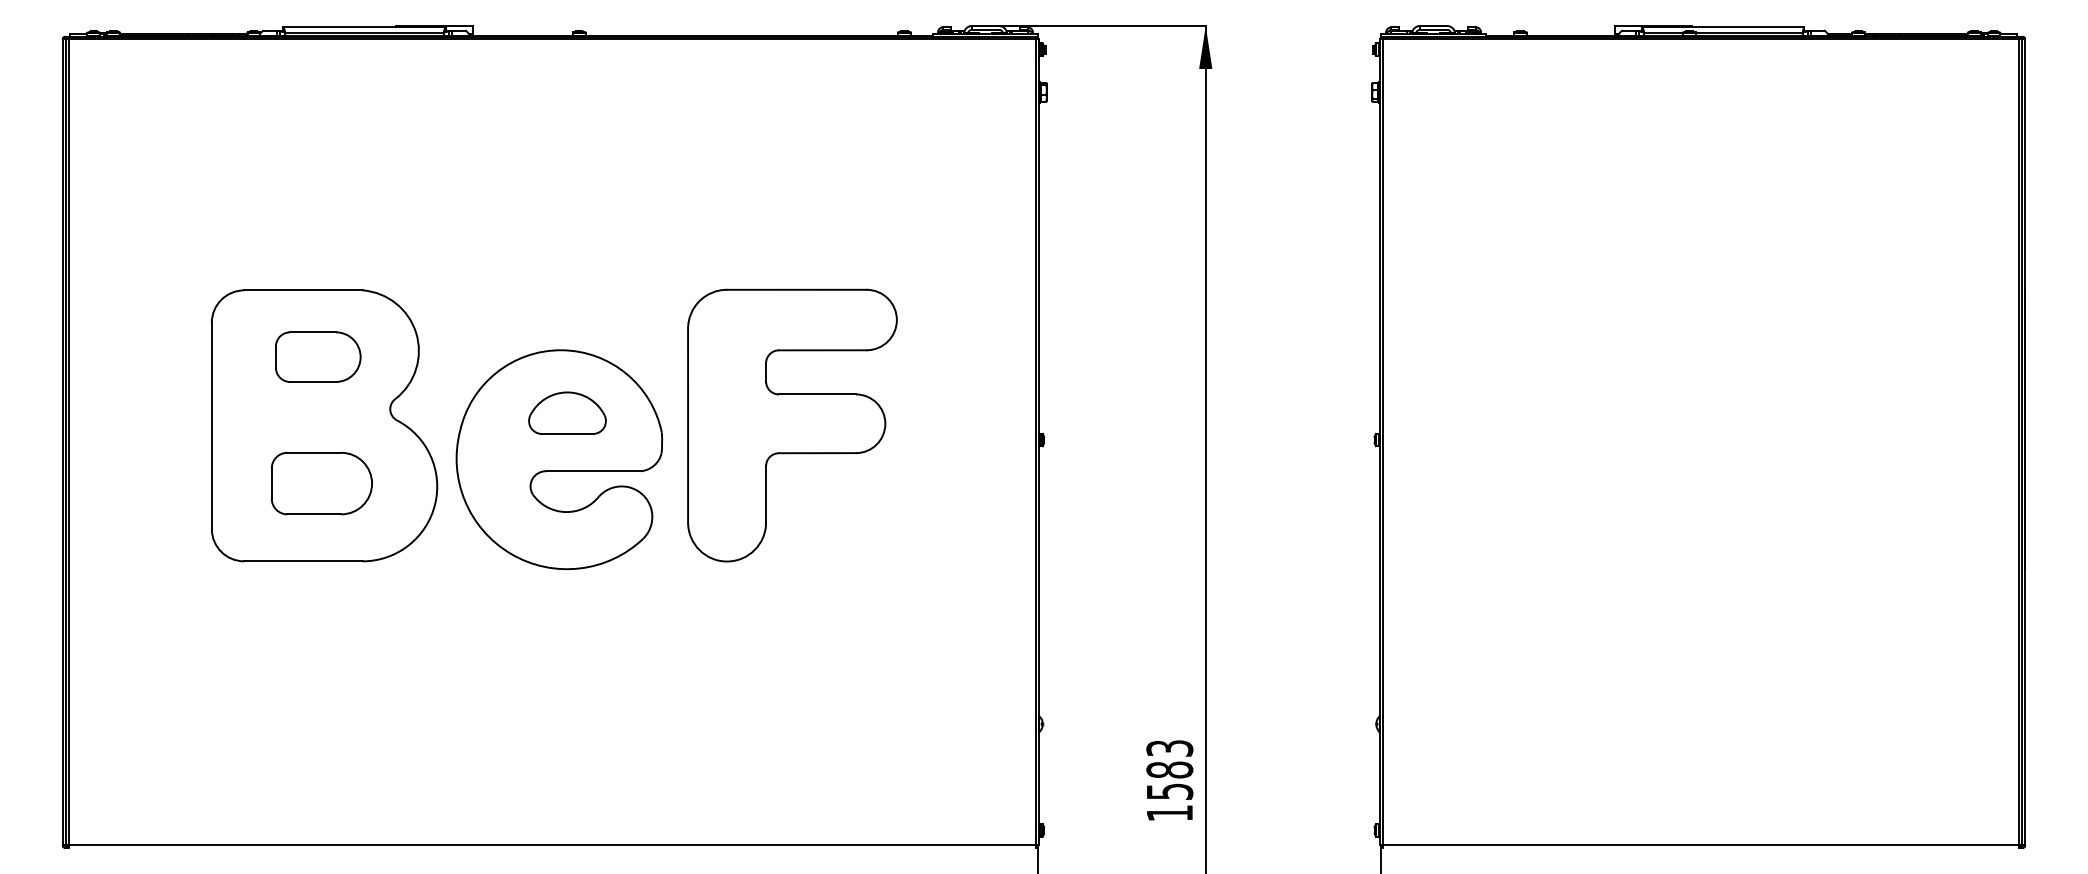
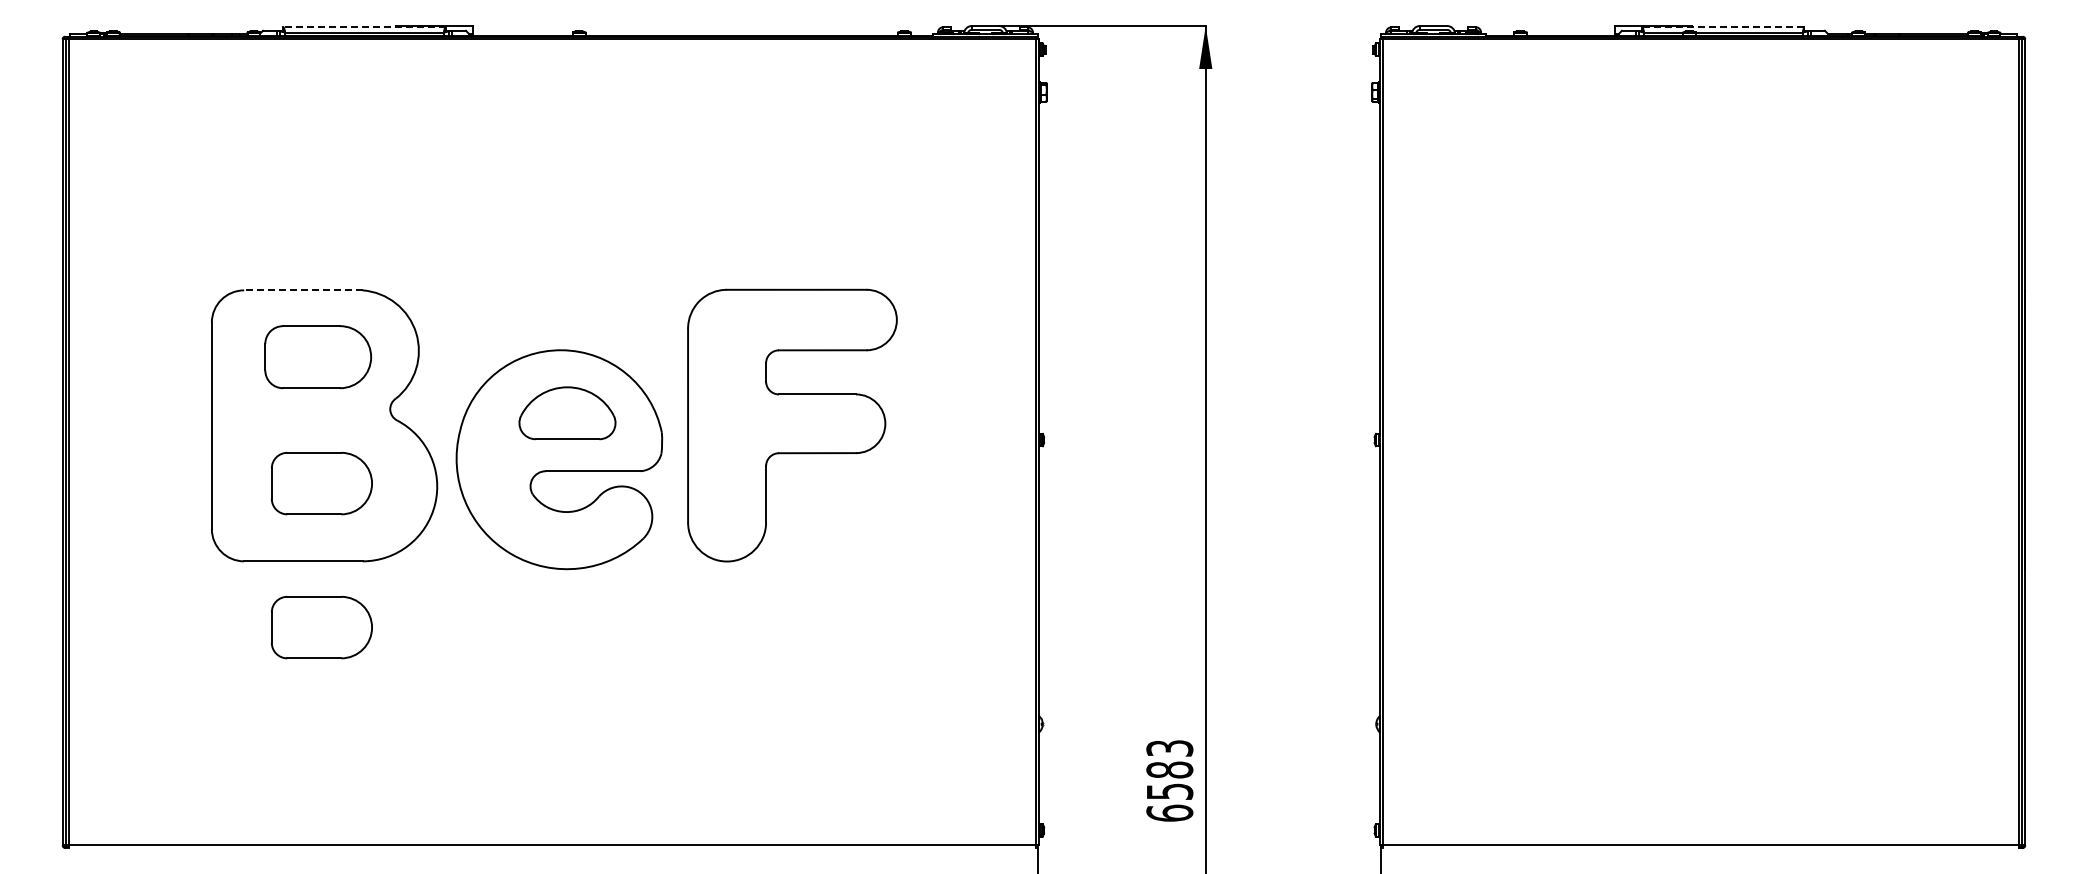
line at (364, 27): solid -> dashed
line at (1722, 27): solid -> dashed
line at (302, 290): solid -> dashed
part at (318, 356) size: 87x52 px -> 109x65 px
part at (567, 412) size: 79x44 px -> 99x55 px
part at (321, 627): none -> present
text at (1169, 812): 1583 -> 6583
